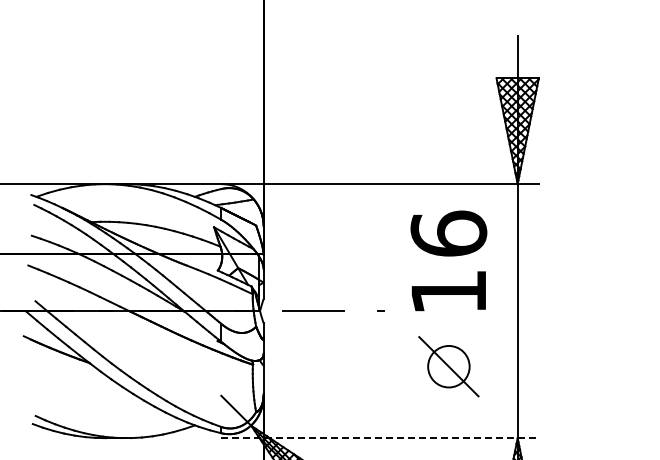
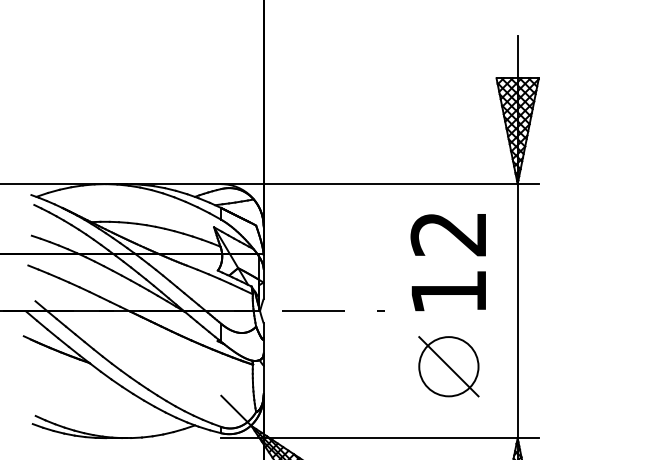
text at (448, 233): 16 -> 12
circle at (448, 366) diameter: 41 px -> 59 px
line at (380, 438): dashed -> solid
